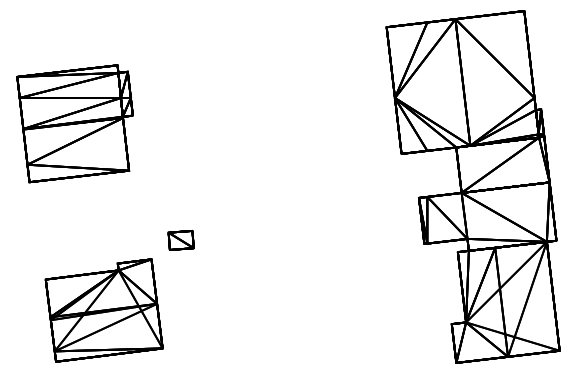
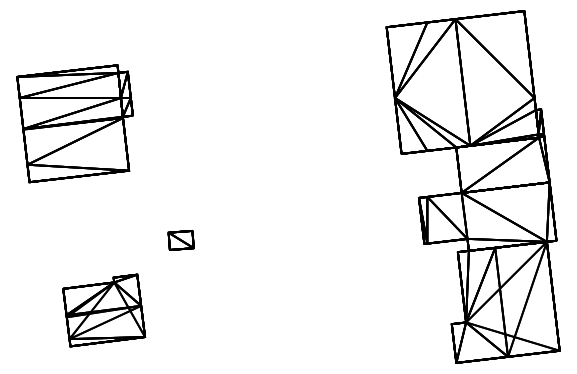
part at (103, 310) size: 120x105 px -> 85x75 px
